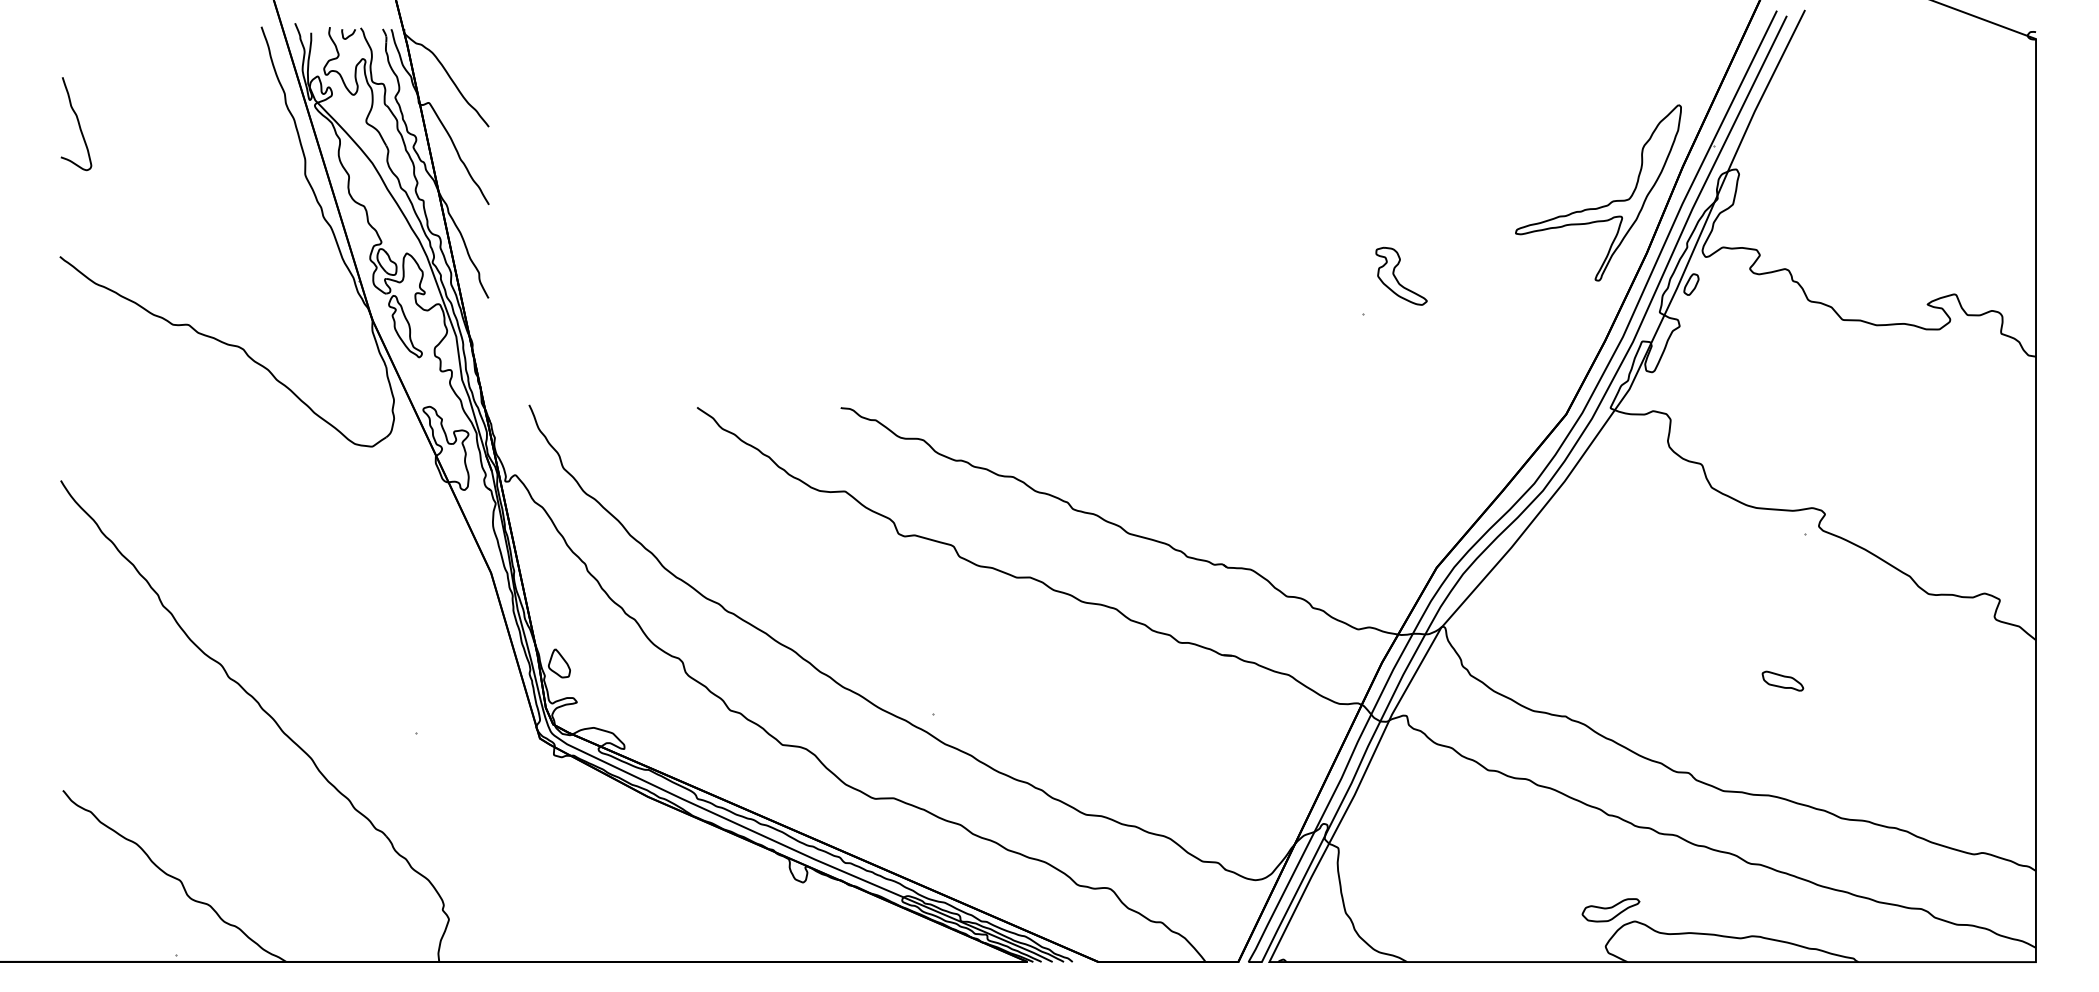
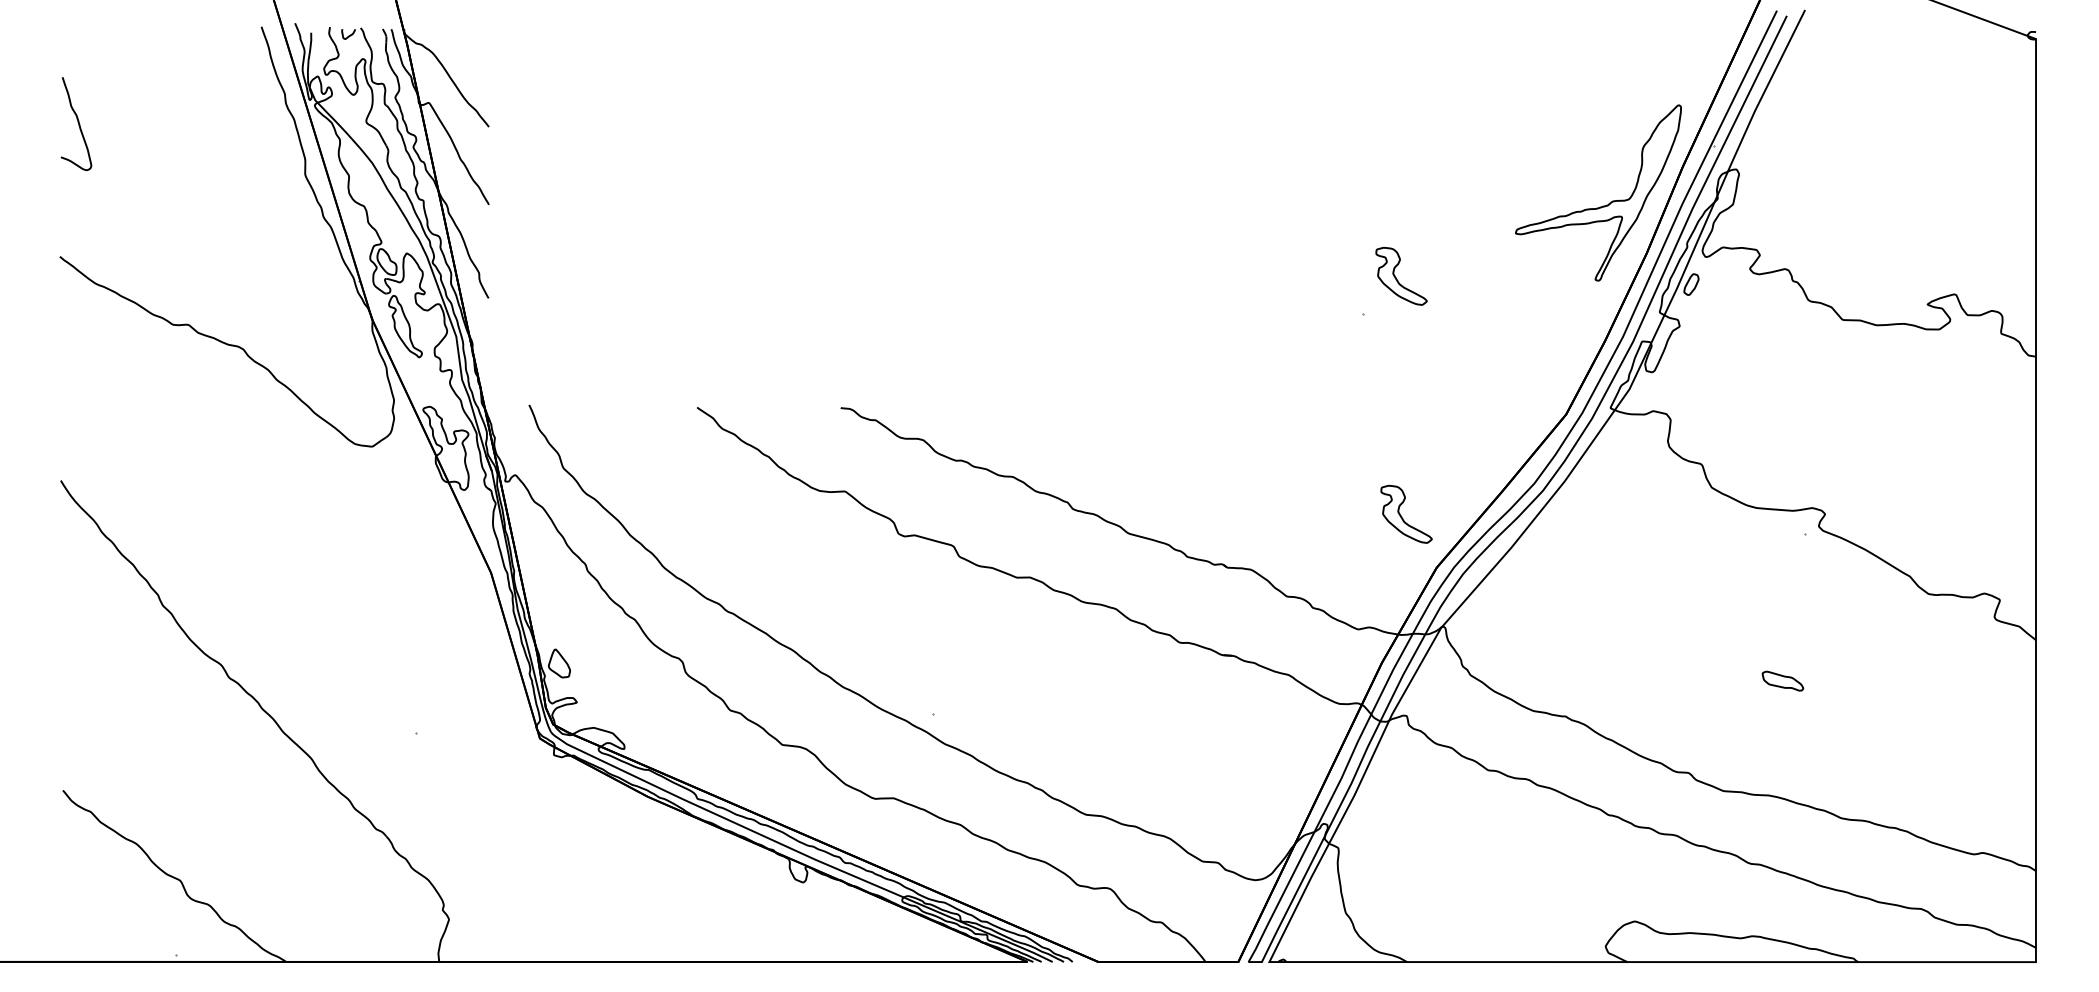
part at (1406, 513): none -> present
part at (1610, 910): present -> none
